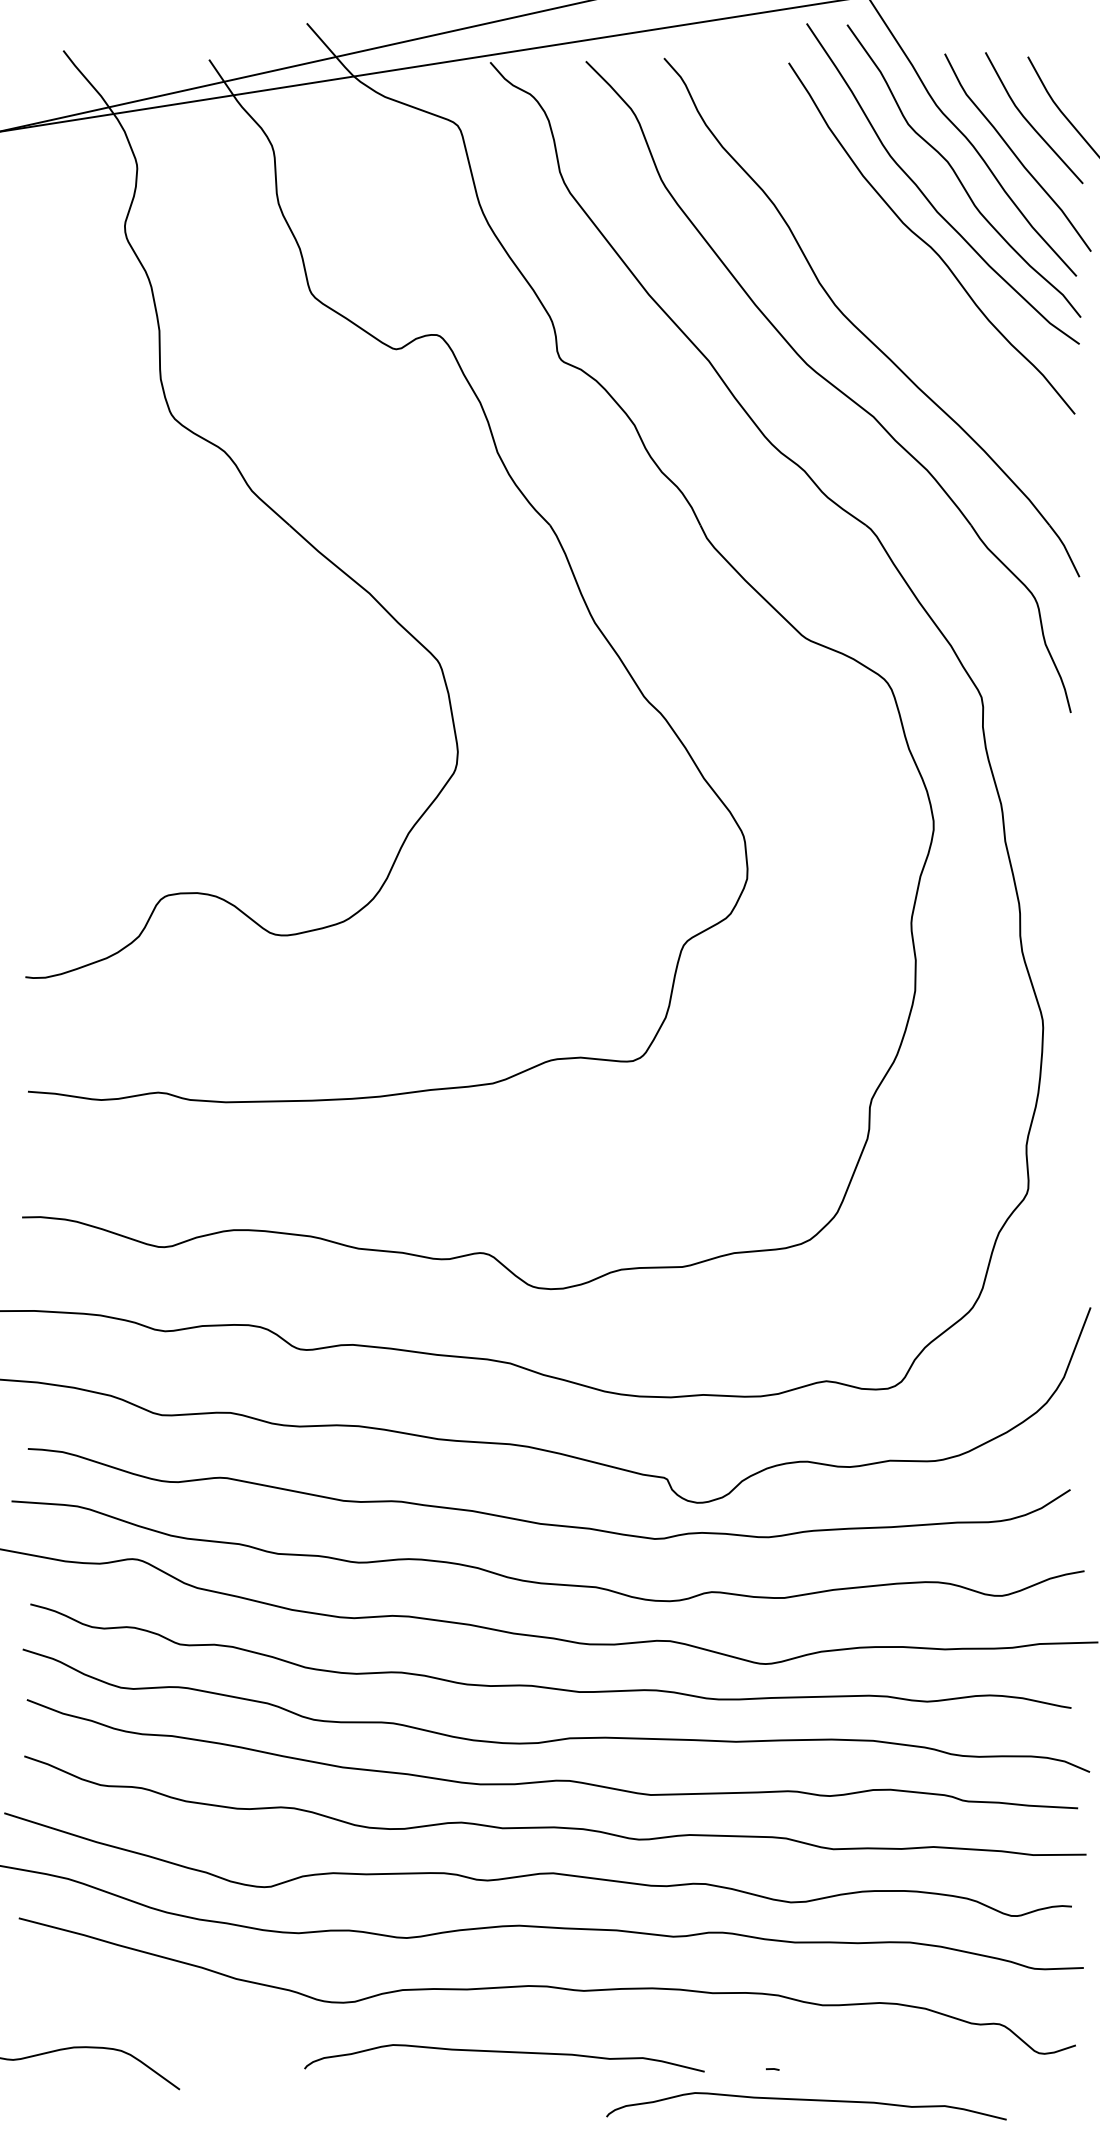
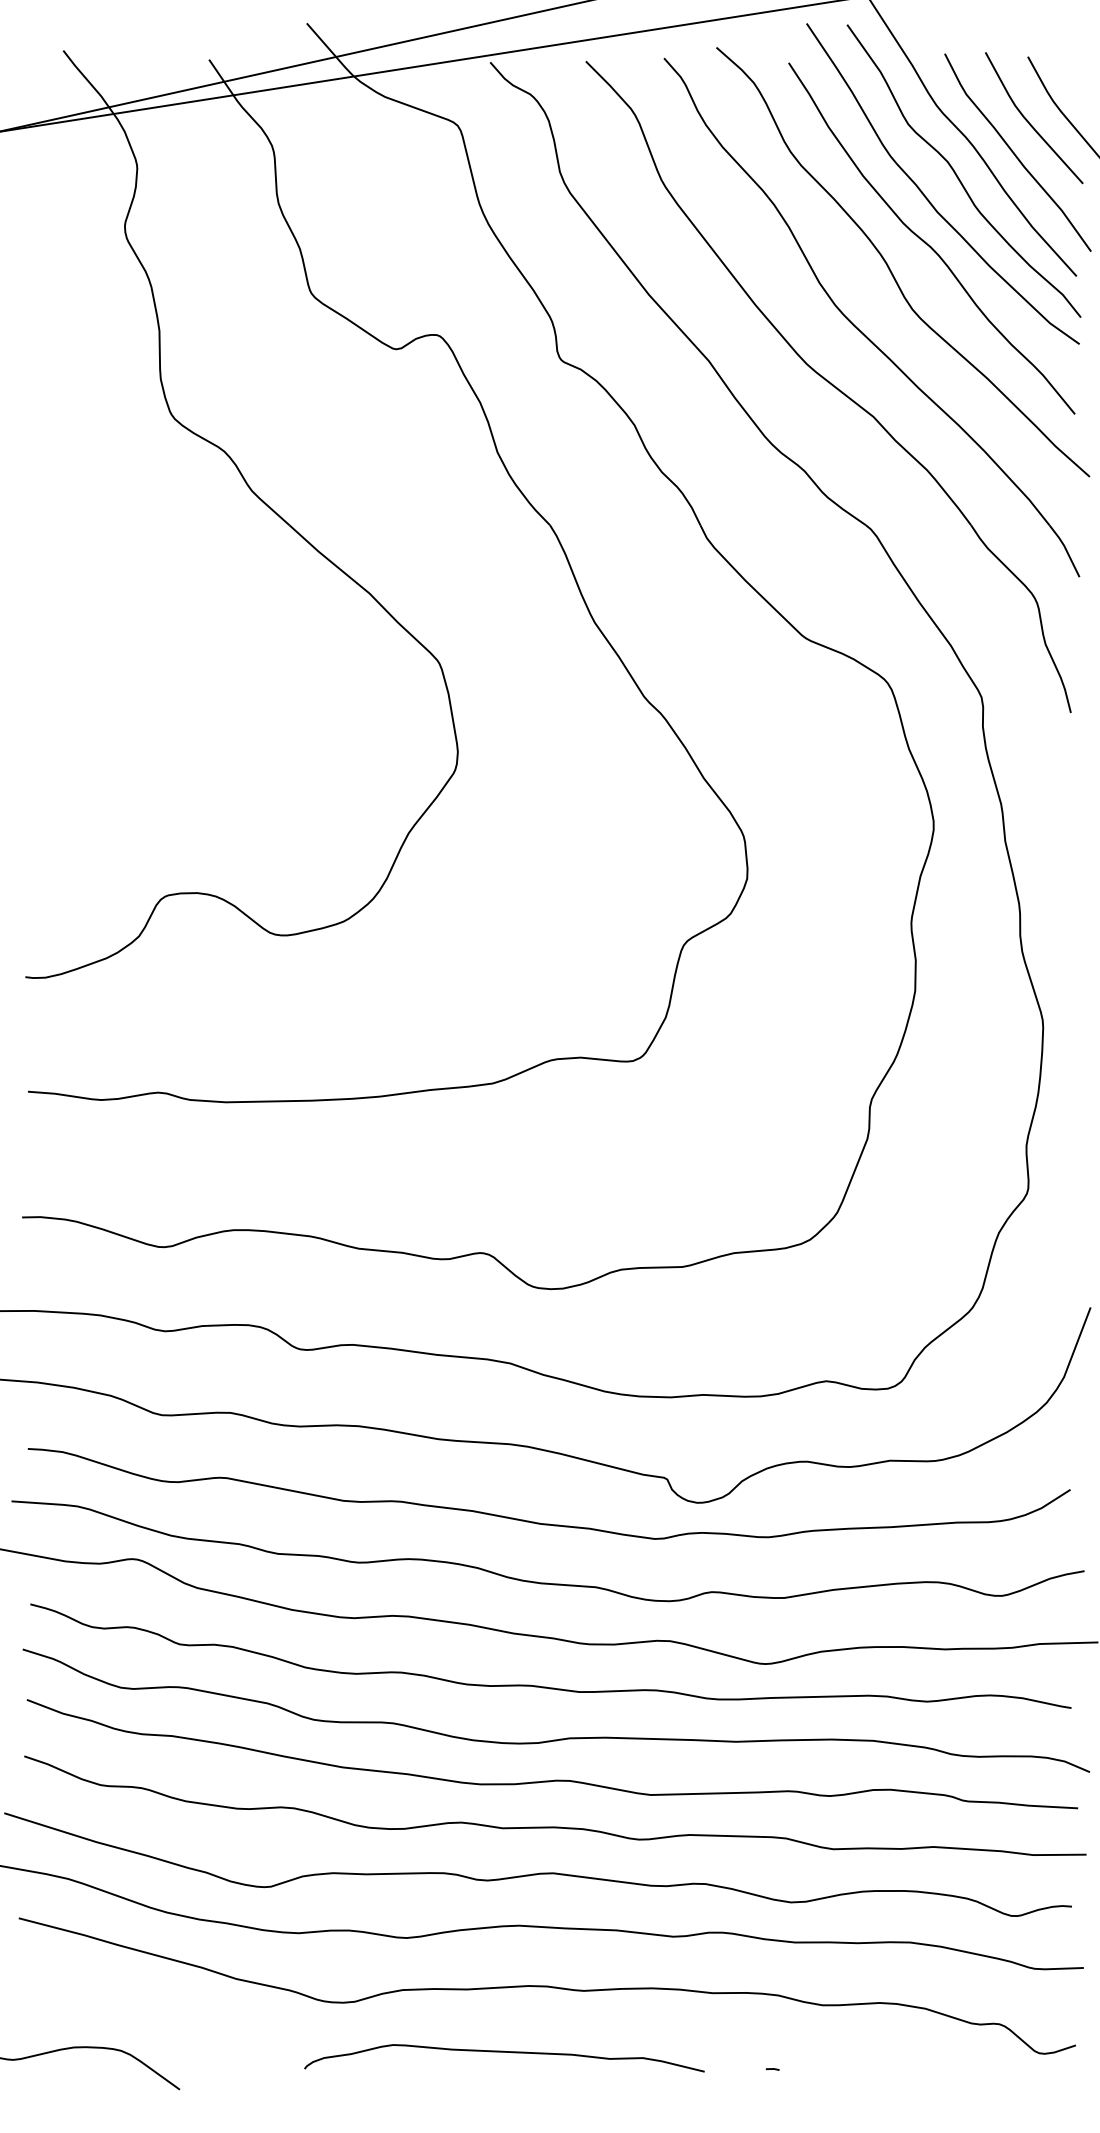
curve at (890, 268): none -> present
curve at (806, 2100): present -> none
